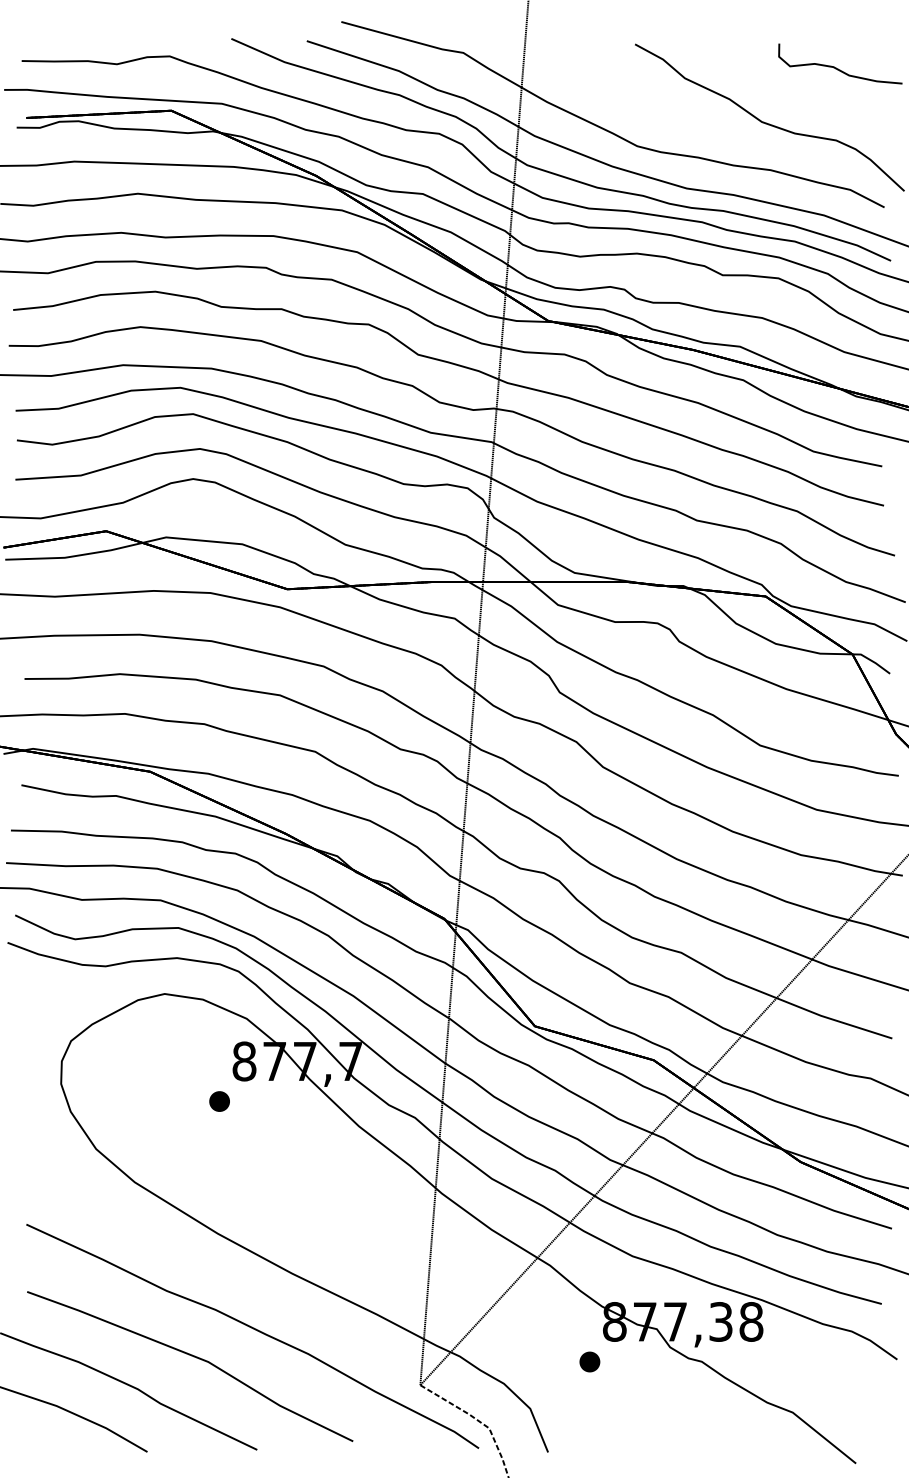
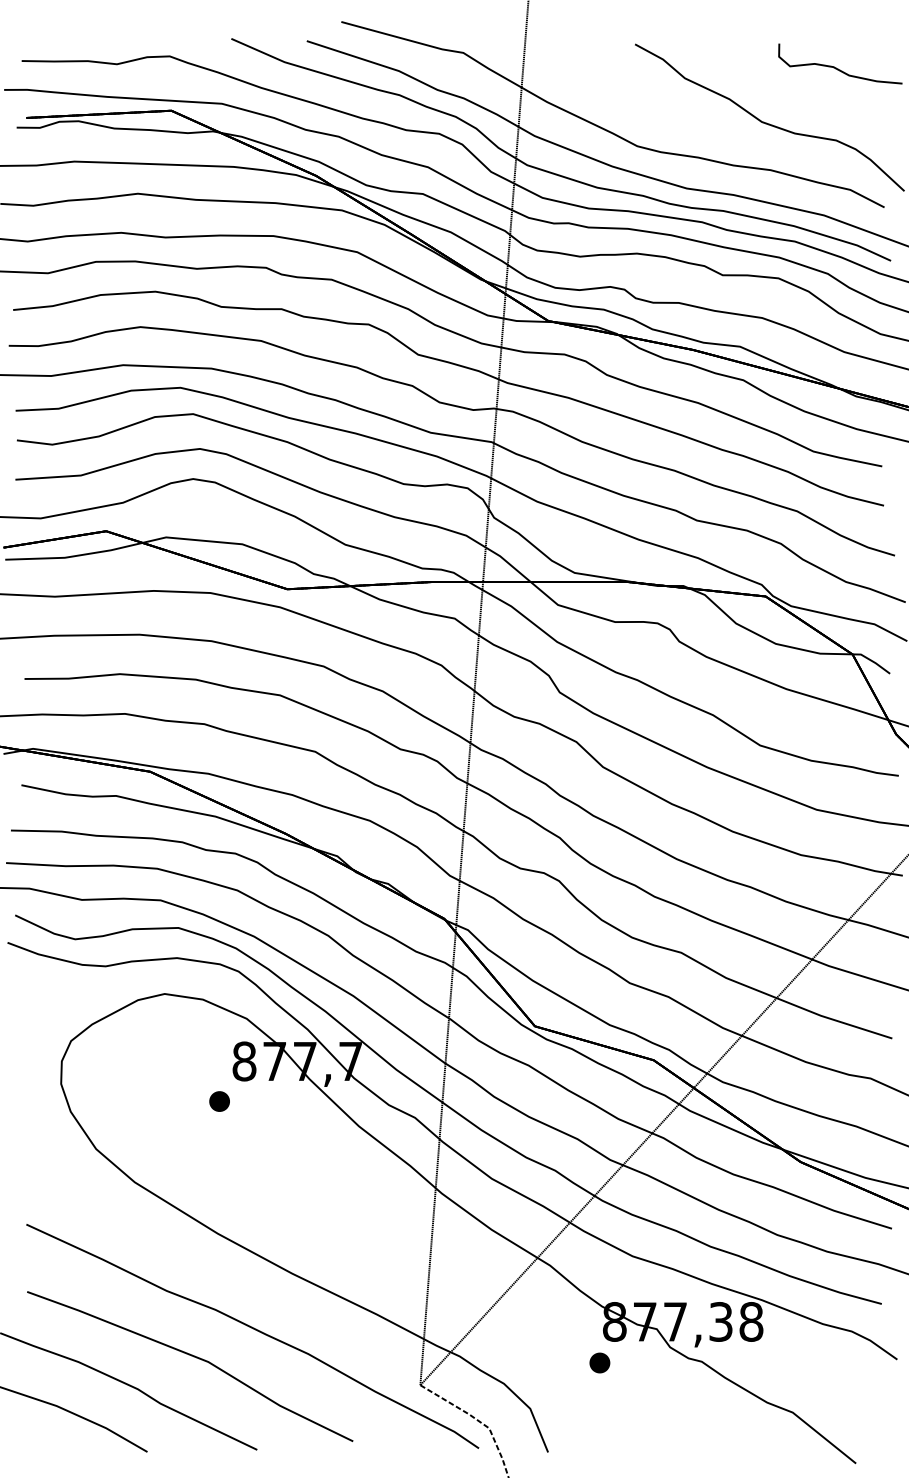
part at (589, 1361) position: (589, 1361) -> (599, 1362)
